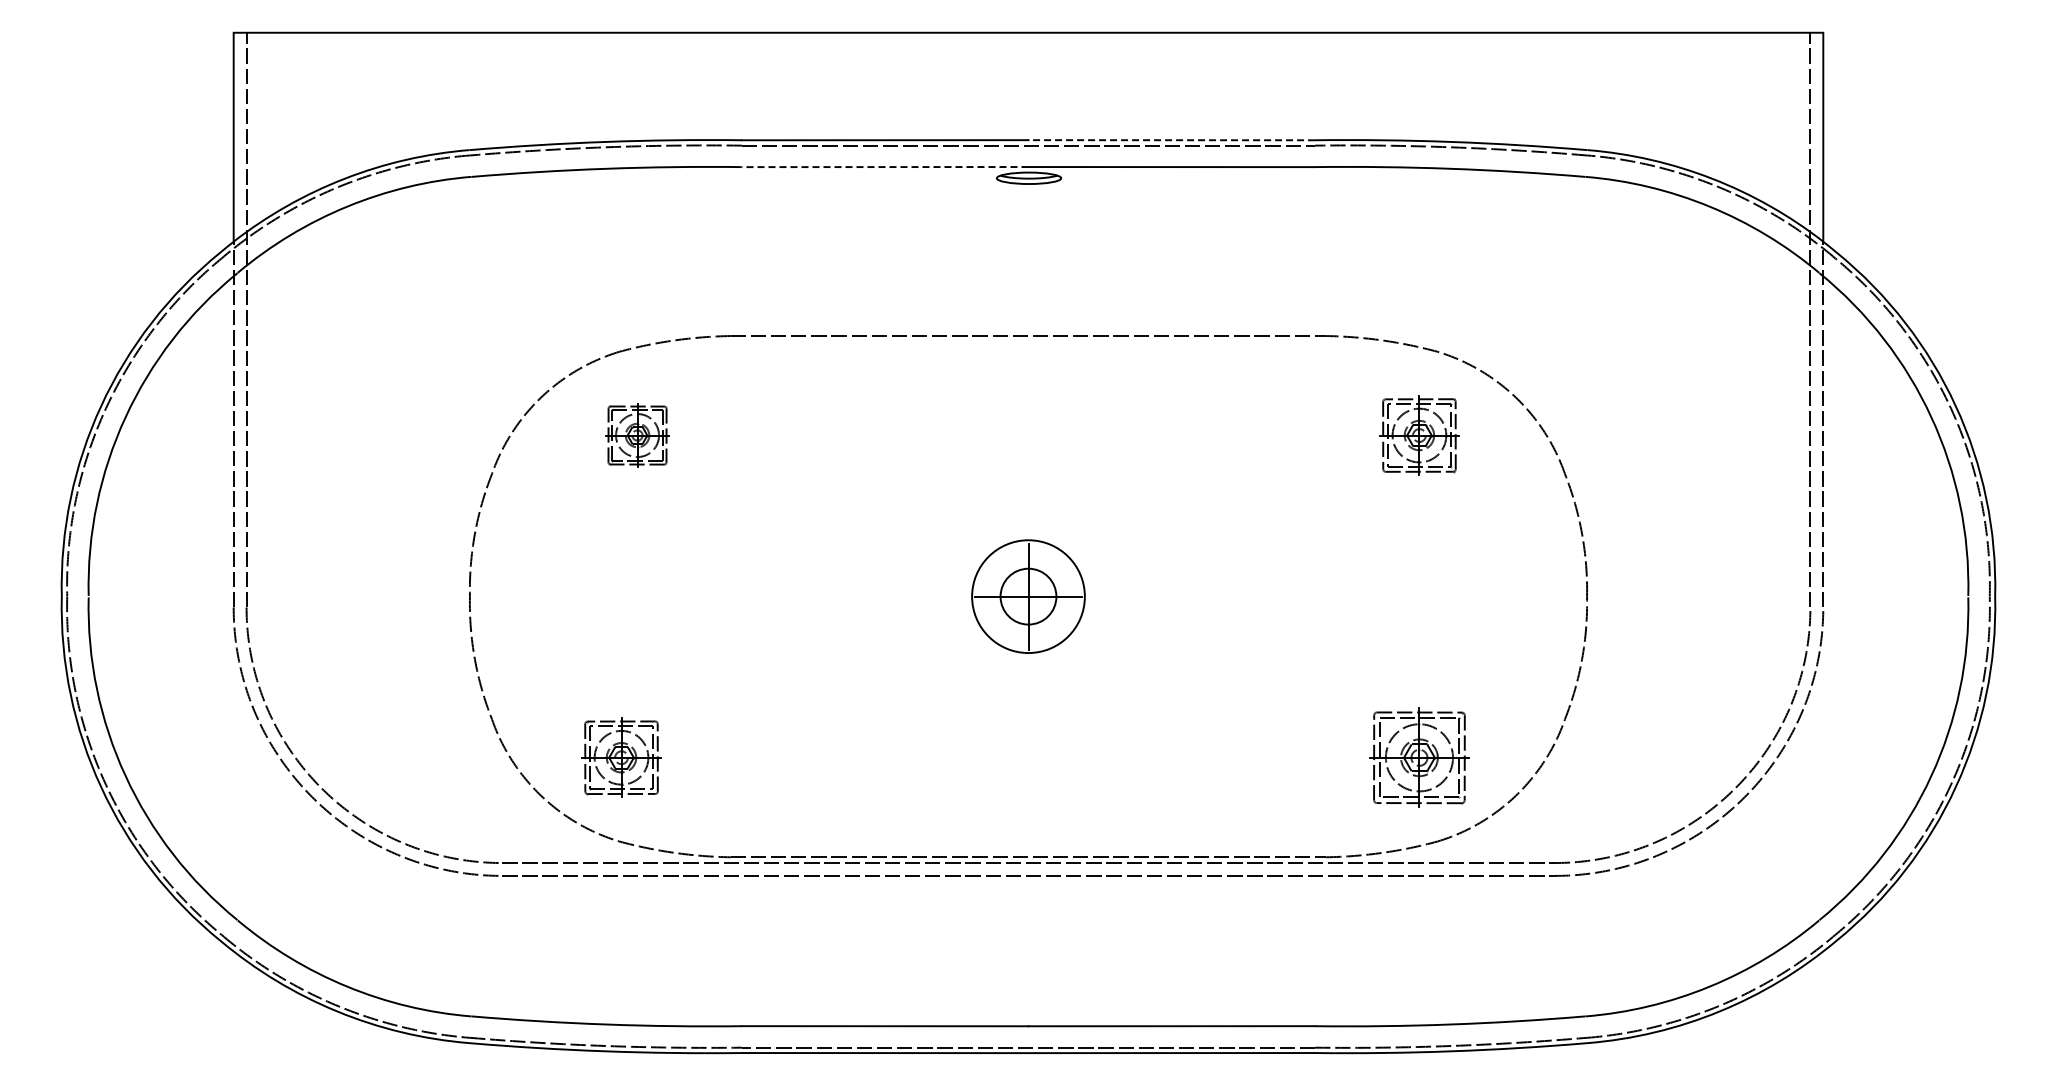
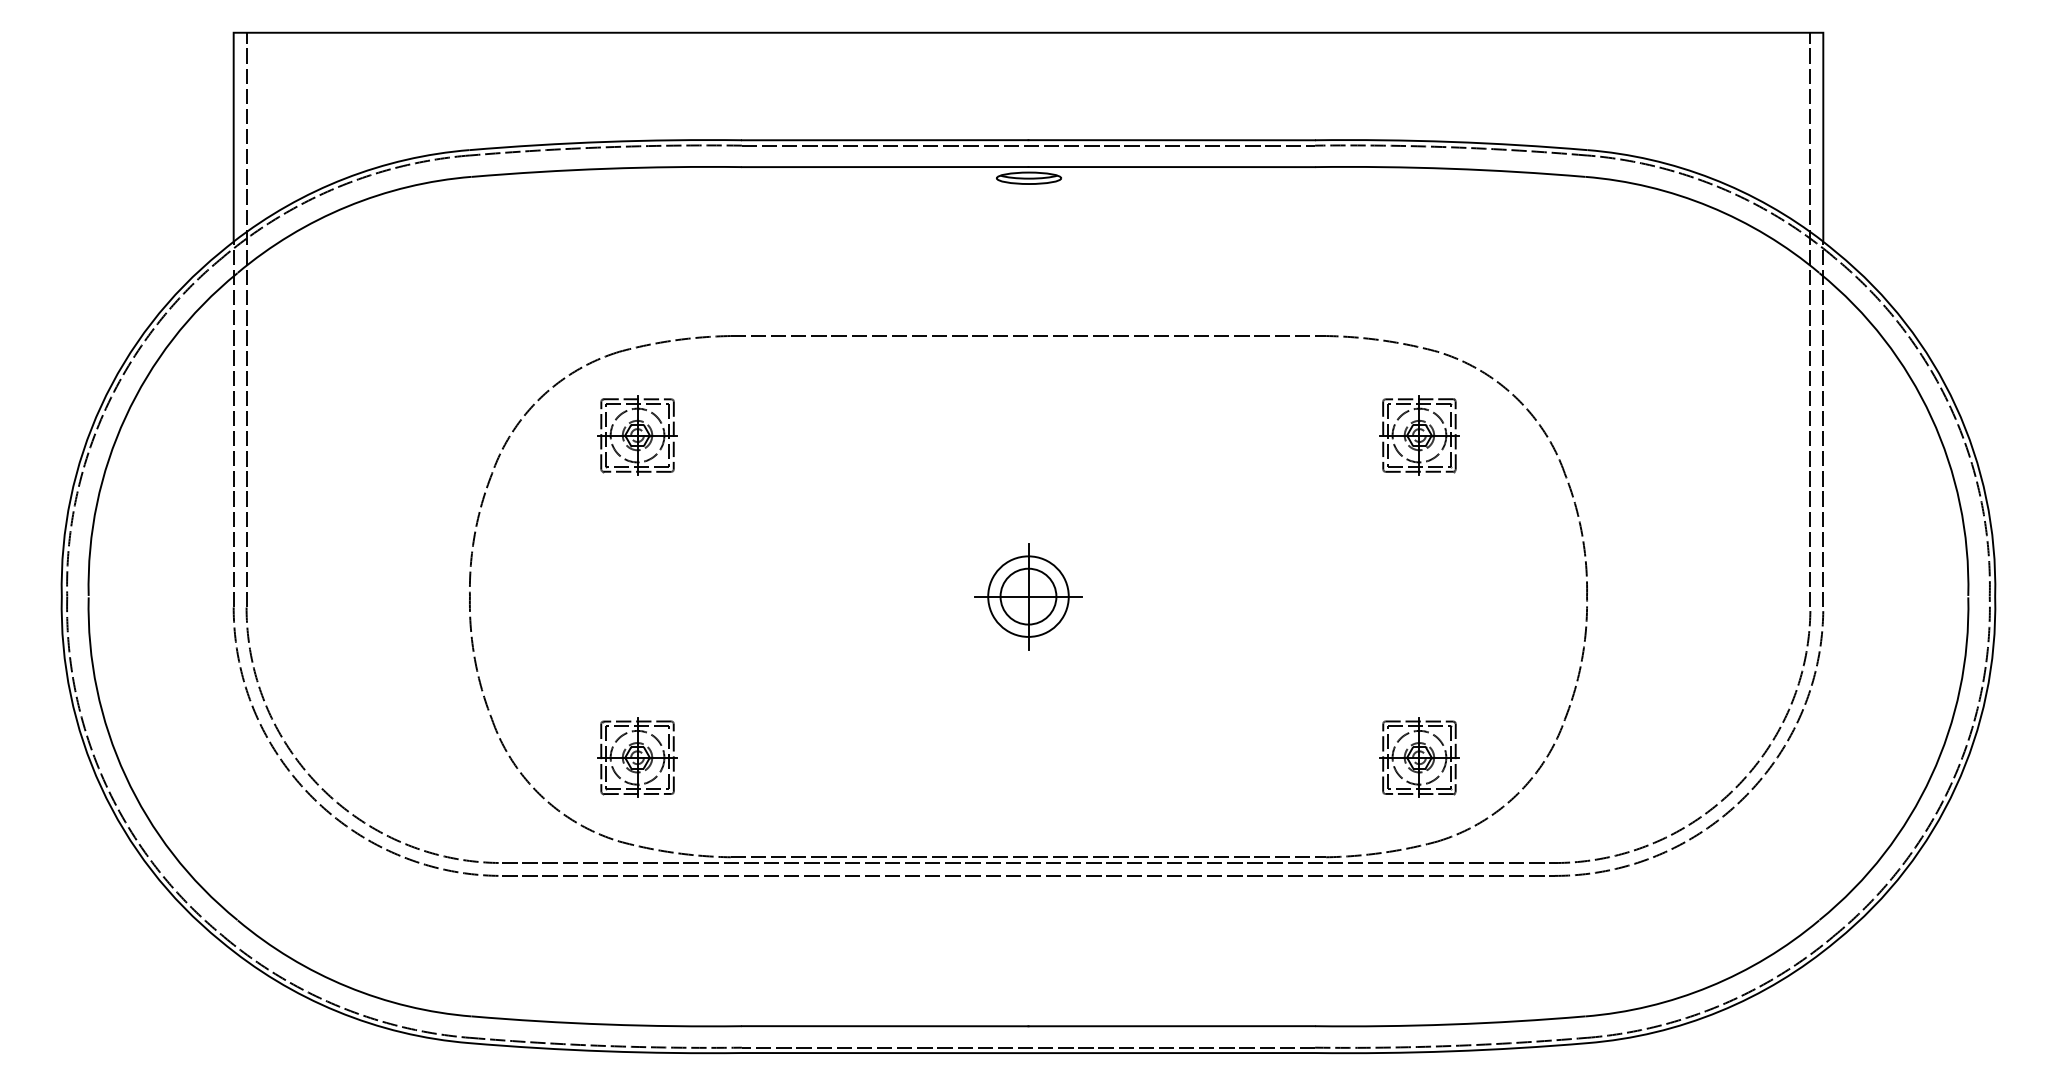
line at (1171, 140): dashed -> solid
line at (884, 167): dashed -> solid
part at (637, 435) size: 65x65 px -> 81x81 px
circle at (1028, 596) diameter: 113 px -> 81 px
part at (621, 757) position: (621, 757) -> (637, 757)
part at (1419, 757) size: 101x101 px -> 81x81 px
